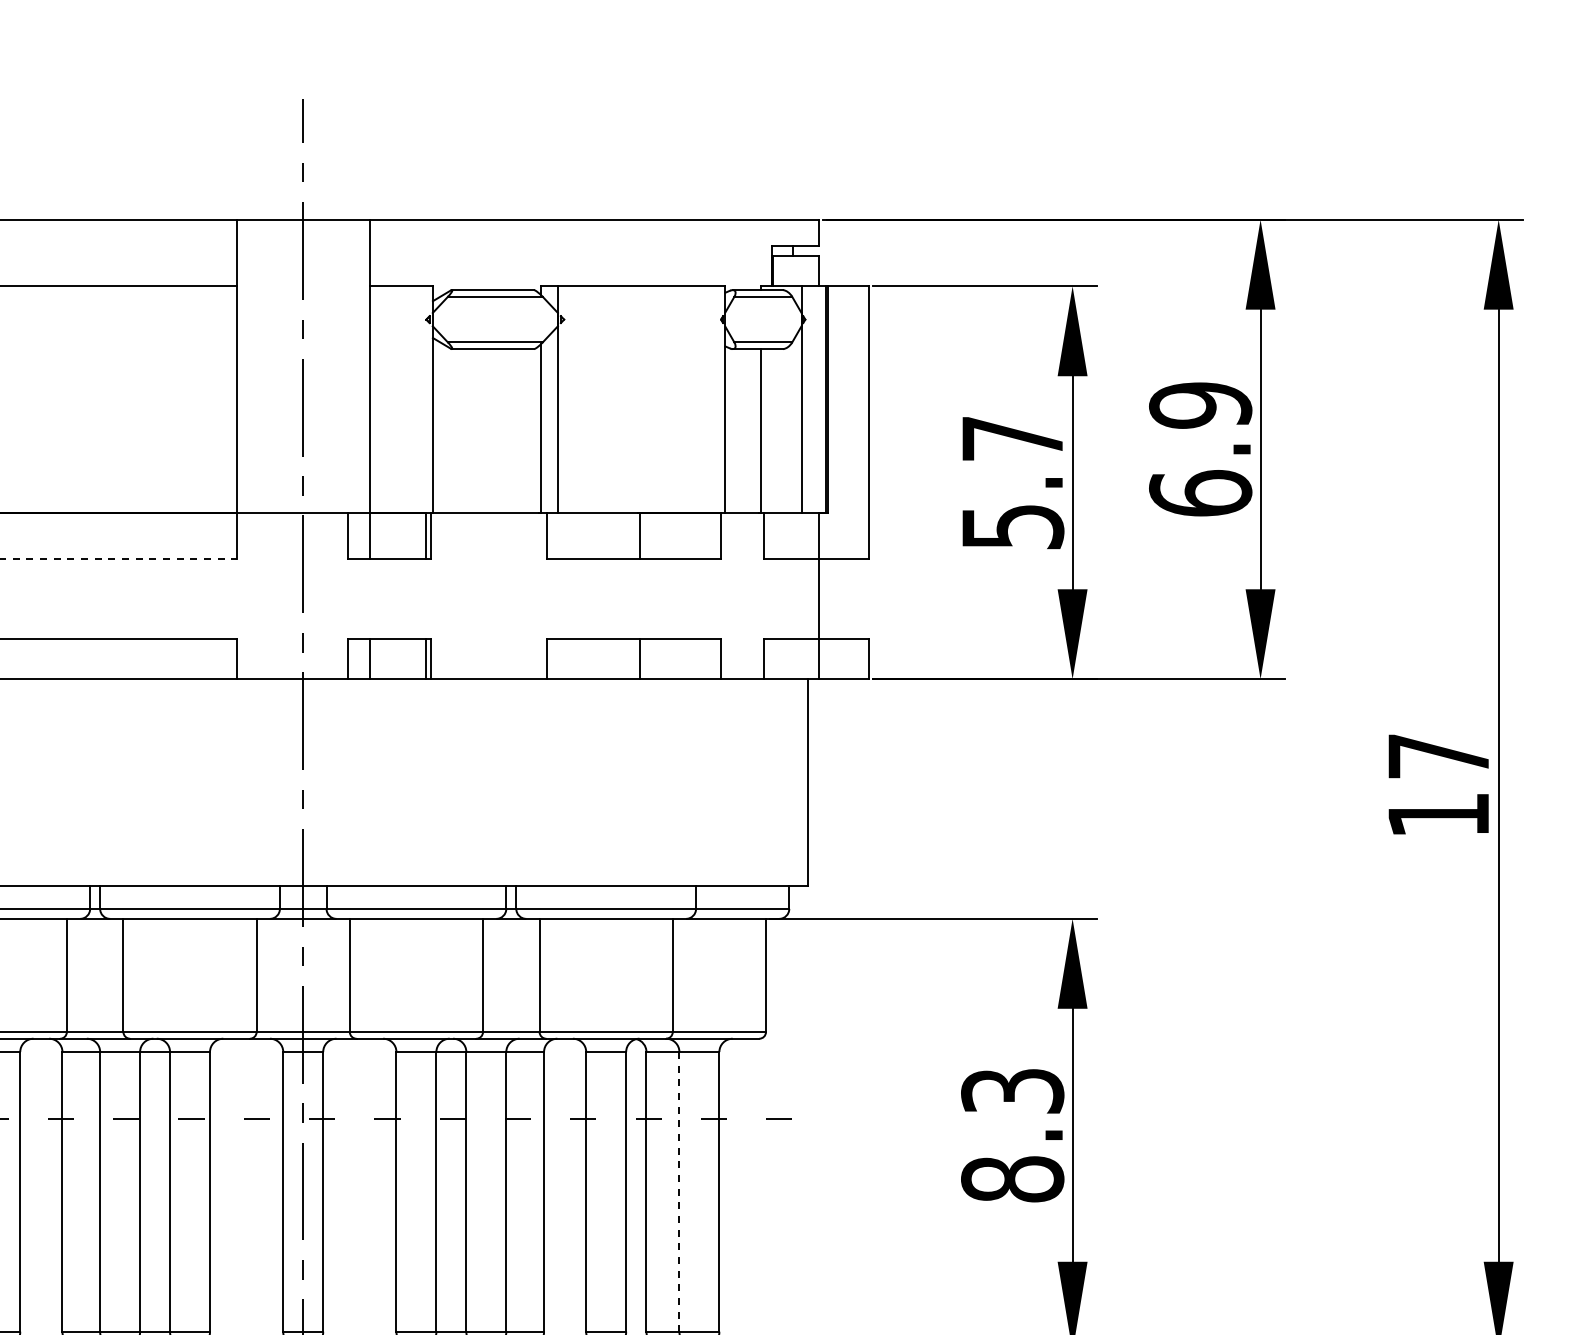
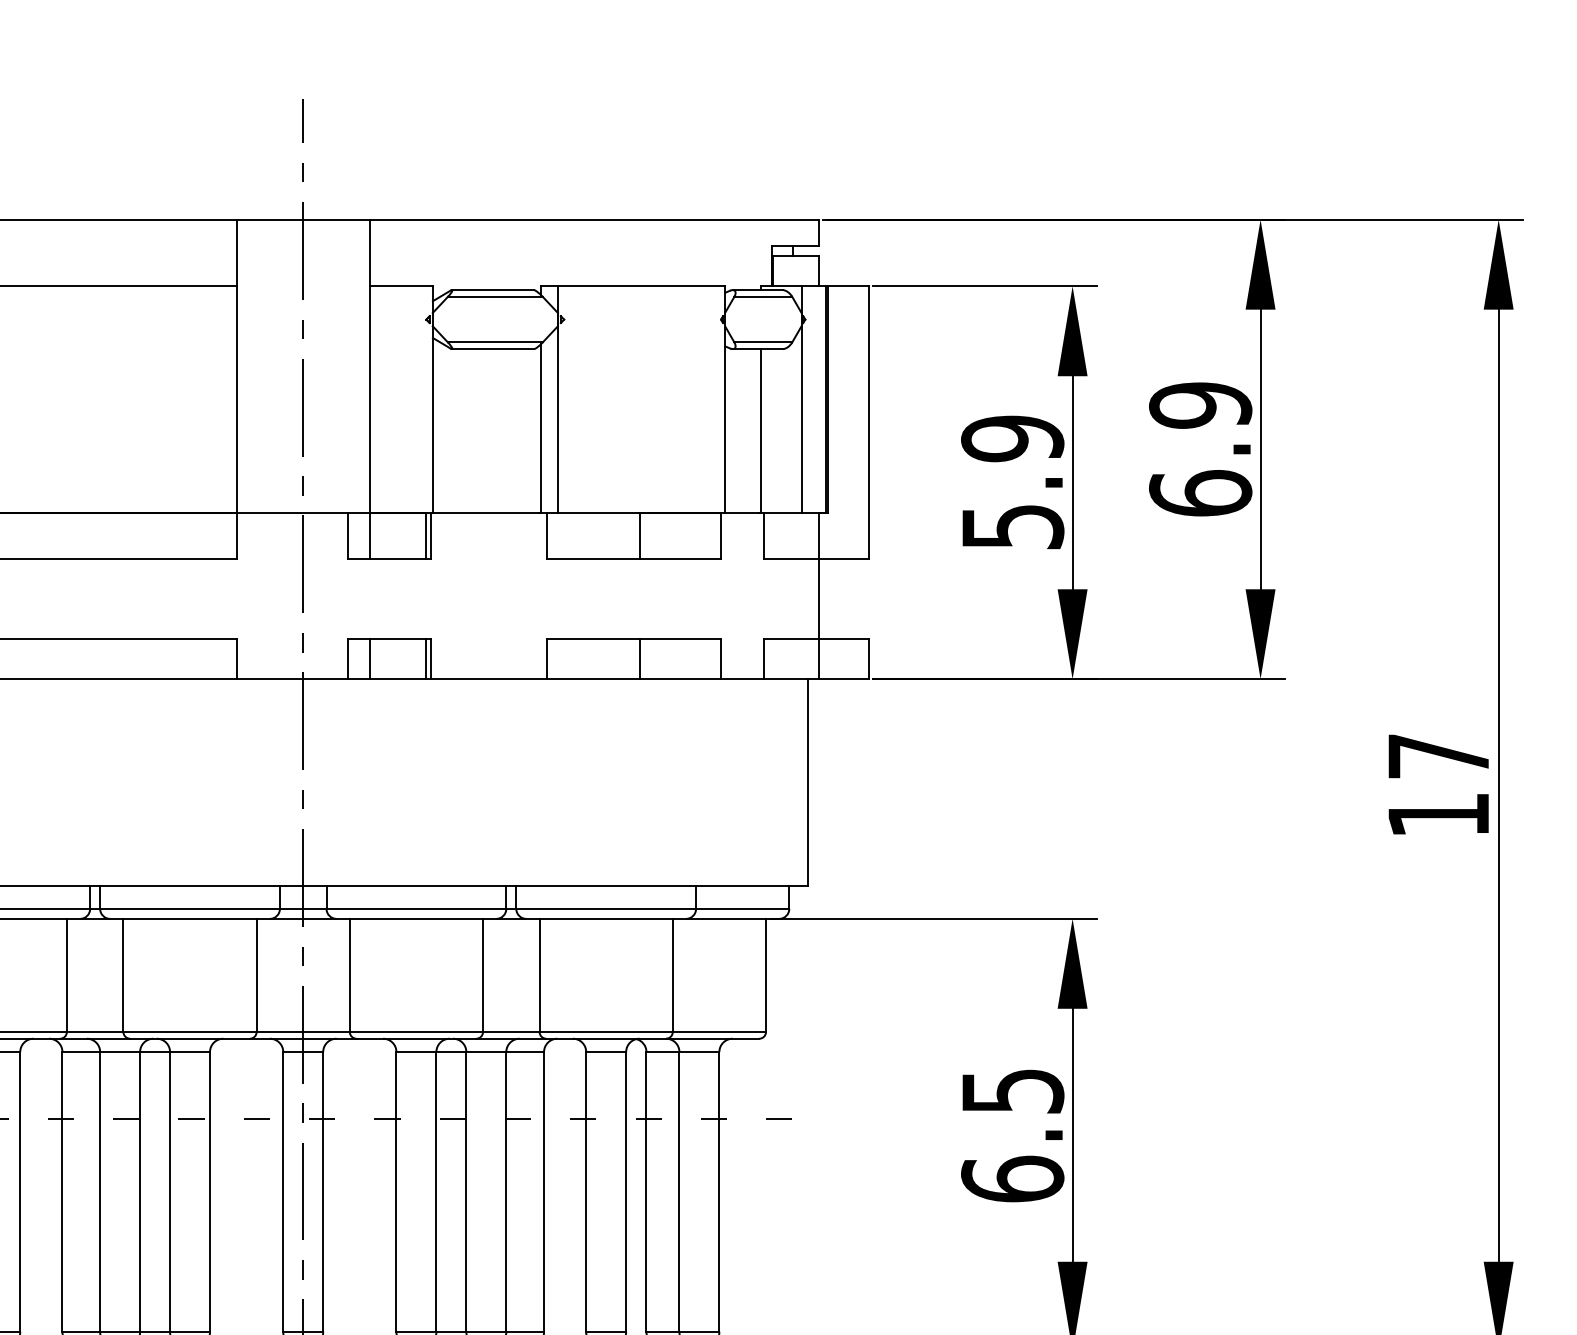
text at (1012, 438): 5.7 -> 5.9
line at (118, 559): dashed -> solid
text at (1012, 1135): 8.3 -> 6.5
line at (679, 1191): dashed -> solid
